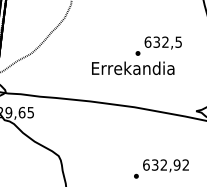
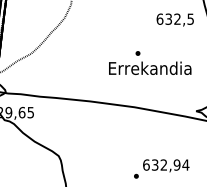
text at (162, 42) position: (162, 42) -> (174, 19)
text at (133, 67) position: (133, 67) -> (150, 67)
text at (185, 164): 632,92 -> 632,94
